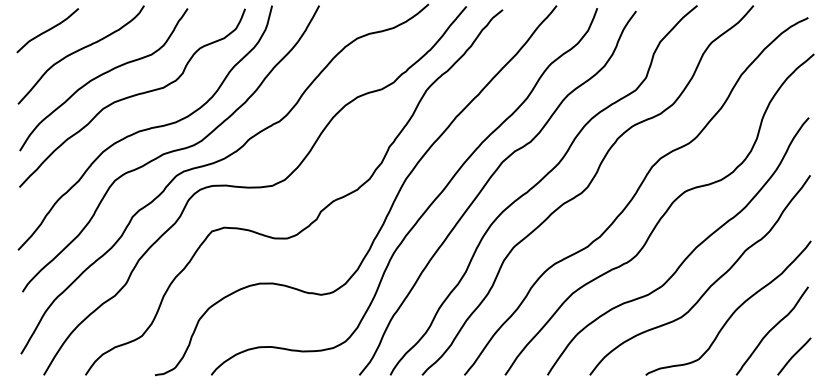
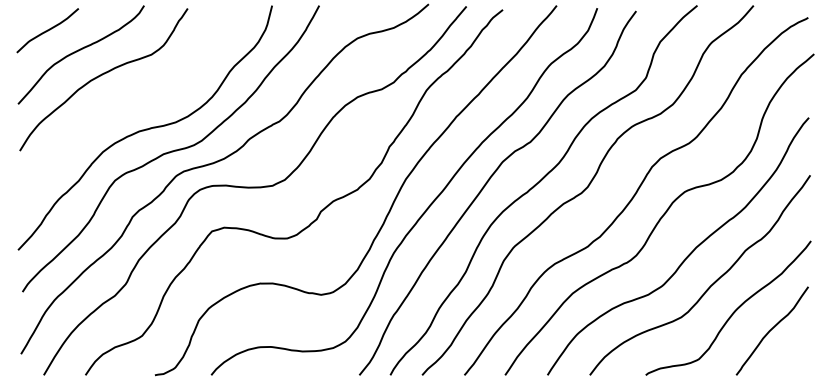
curve at (132, 97): present -> none
line at (794, 356): present -> none
